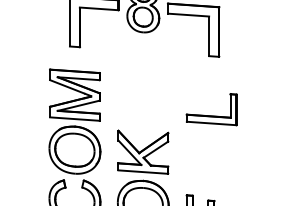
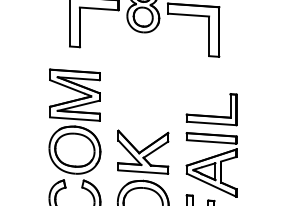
part at (211, 164): none -> present
